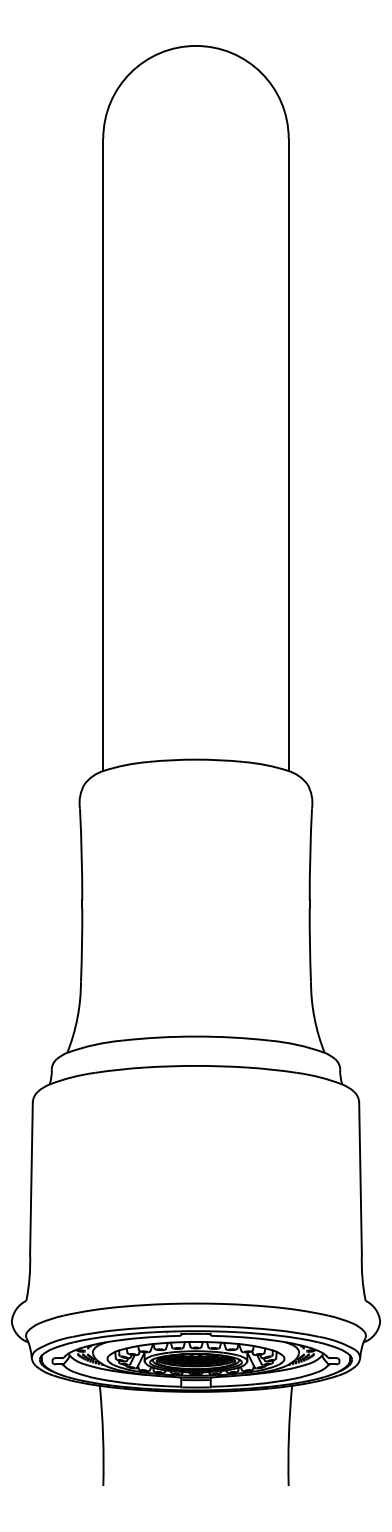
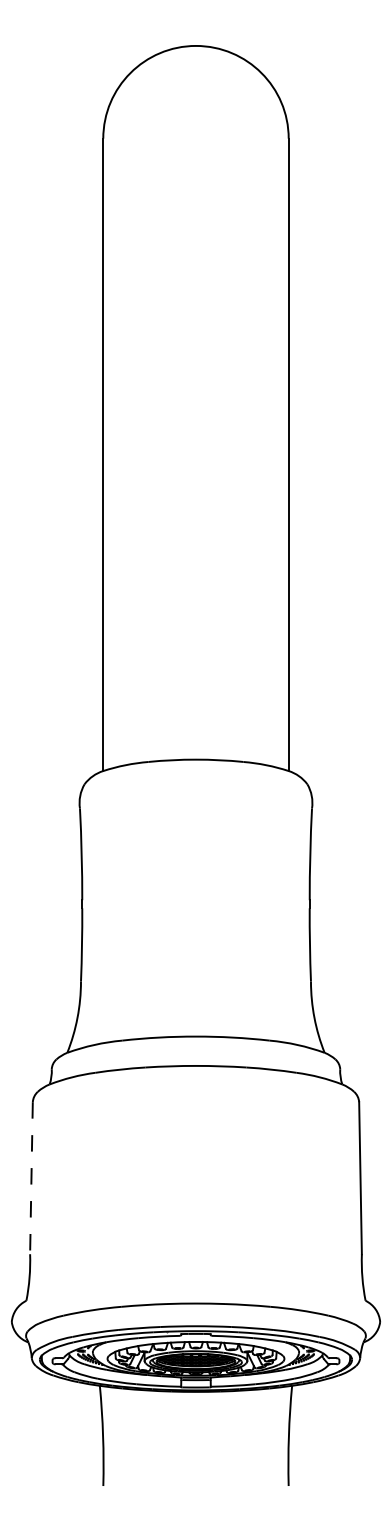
line at (31, 1178): solid -> dashed
